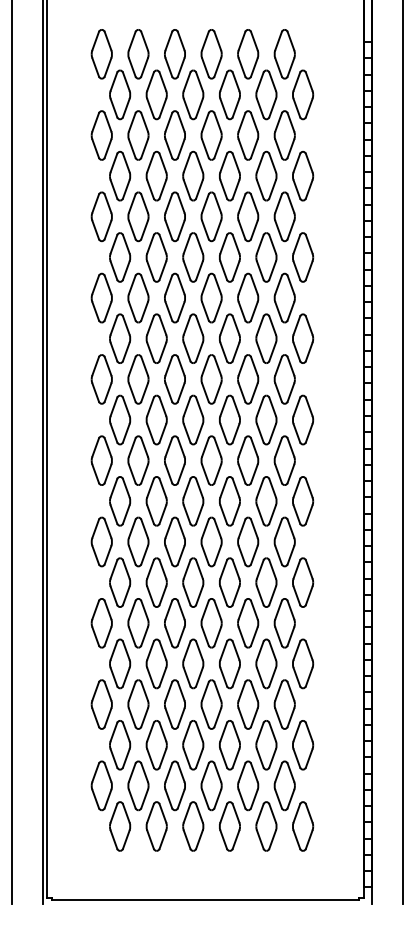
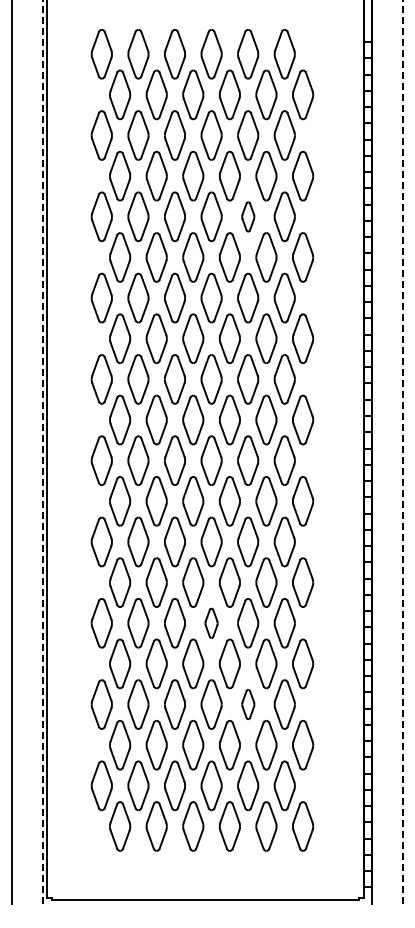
part at (248, 216) size: 23x52 px -> 15x32 px
line at (42, 451): solid -> dashed
line at (402, 451): solid -> dashed
part at (211, 623) size: 23x51 px -> 15x32 px
part at (248, 704) size: 23x51 px -> 15x31 px
